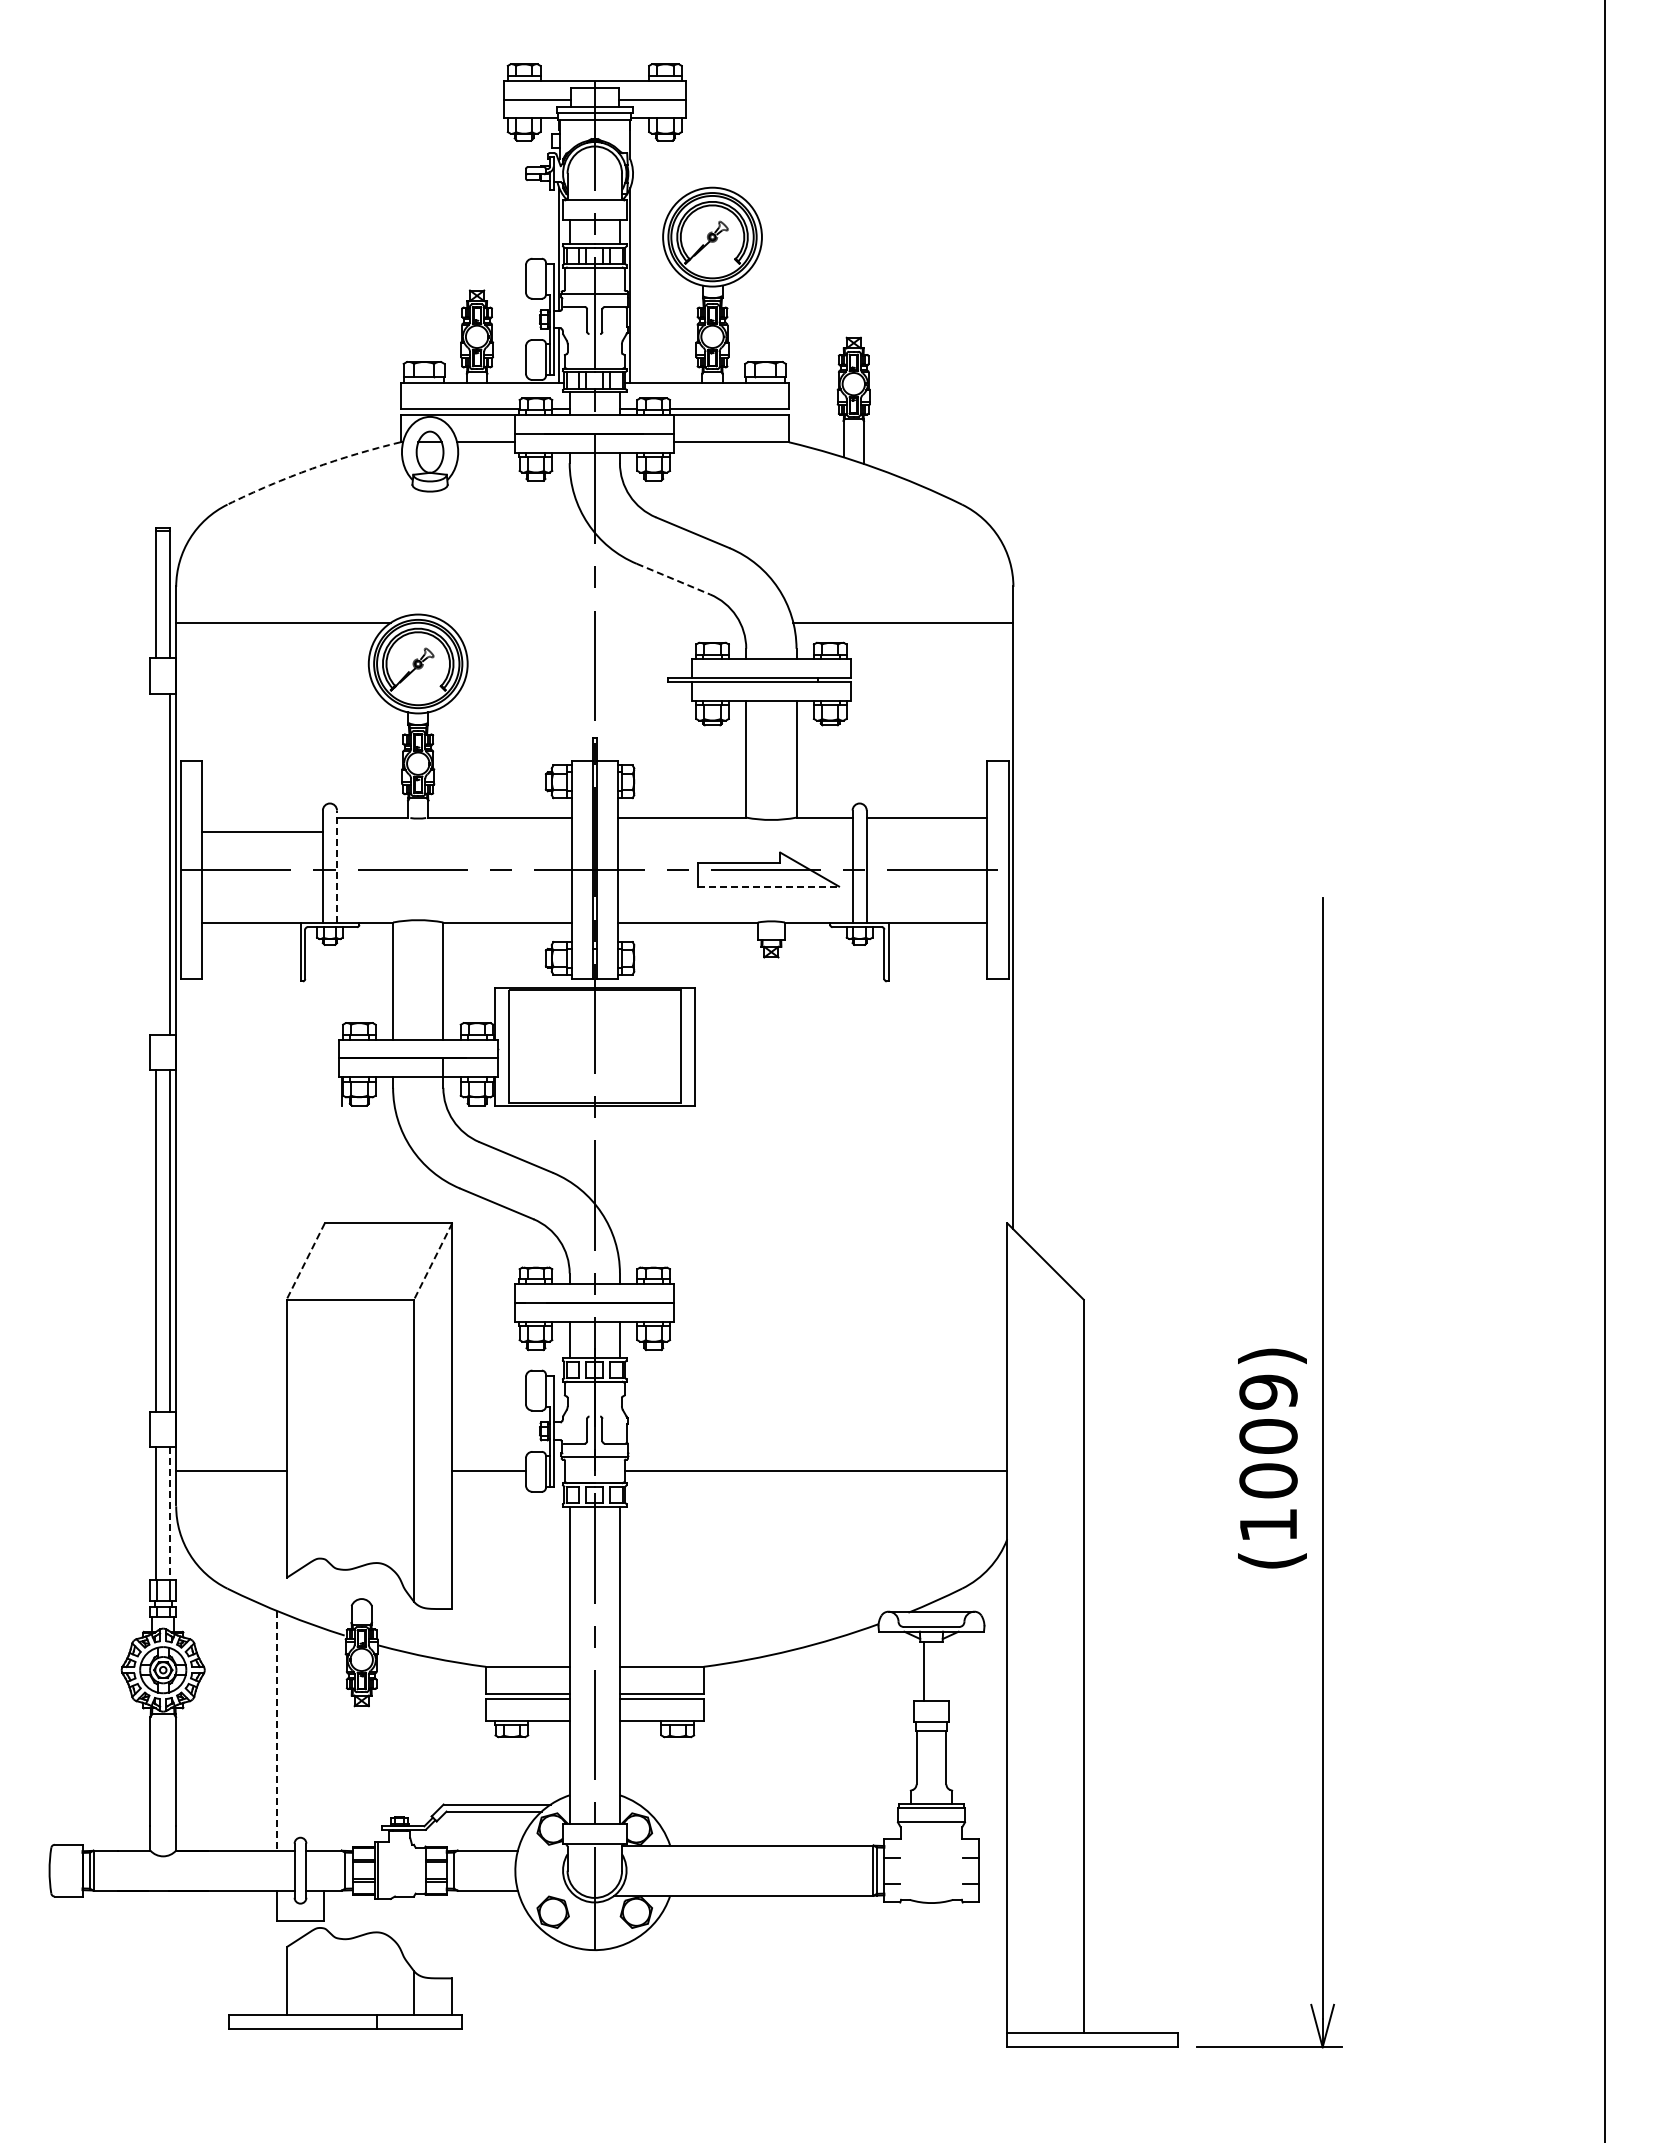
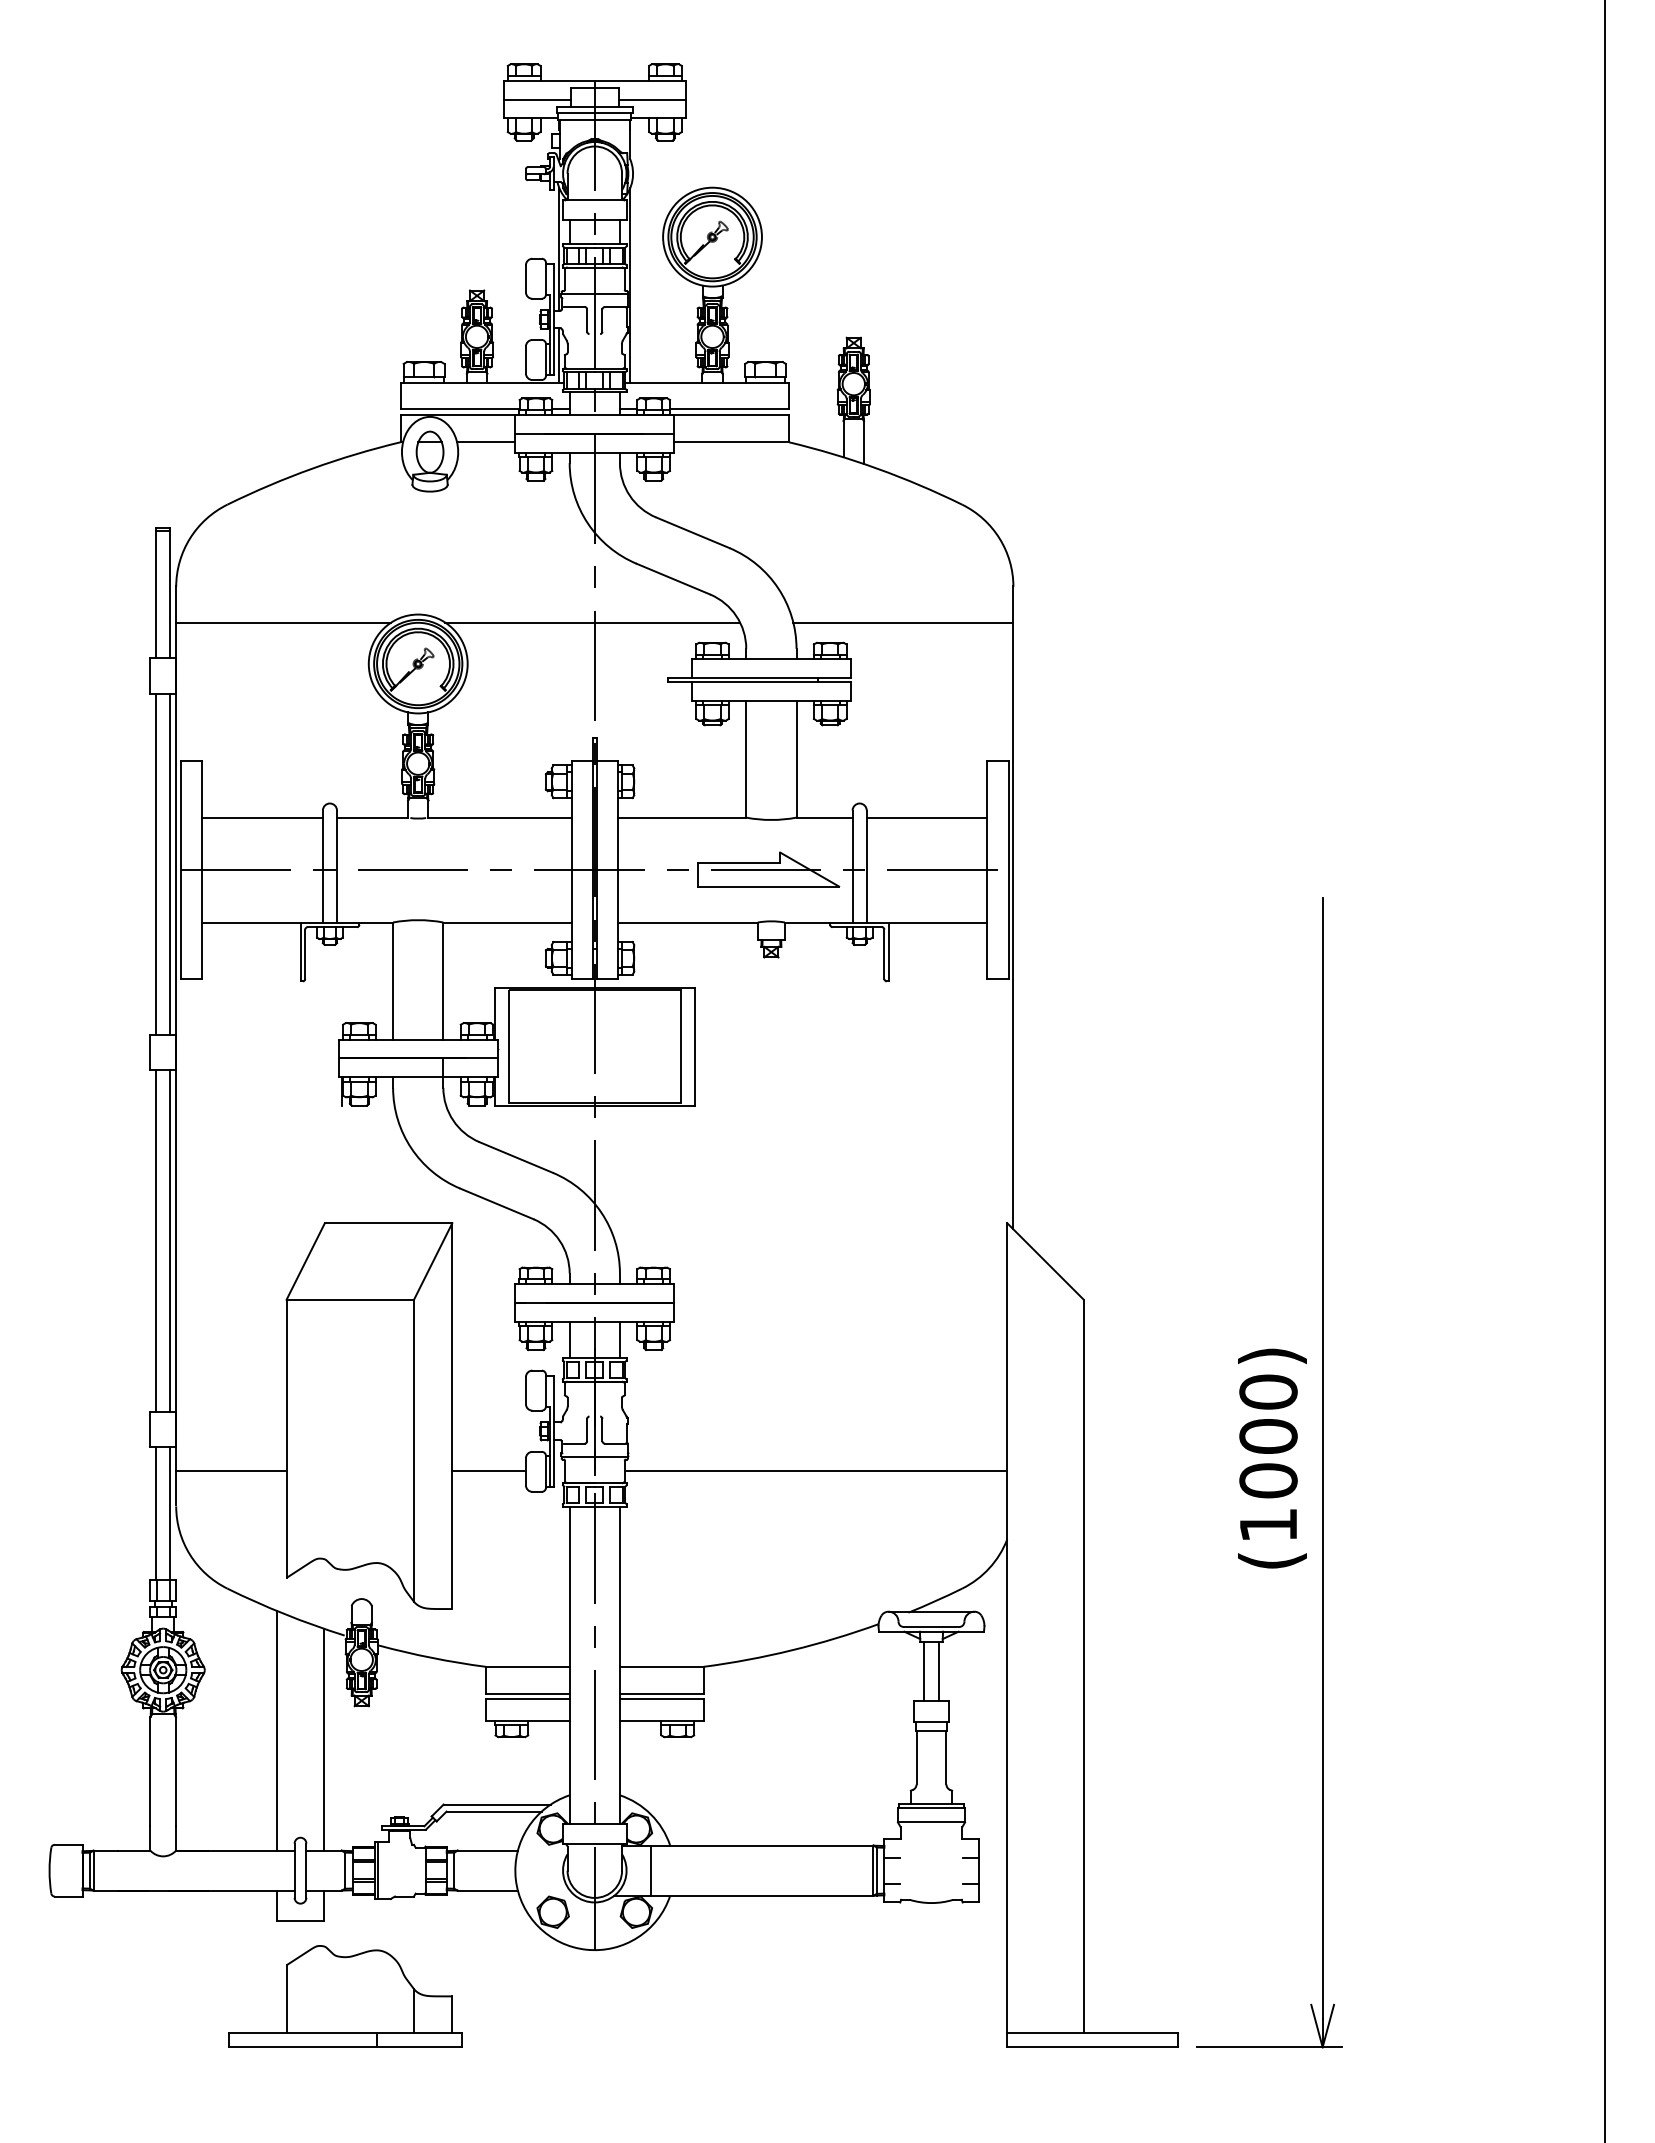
arc at (312, 468): dashed -> solid
line at (673, 579): dashed -> solid
line at (592, 622): none -> present
line at (262, 831) position: (262, 831) -> (262, 817)
line at (156, 863): none -> present
line at (337, 866): dashed -> solid
line at (768, 886): dashed -> solid
line at (305, 1261): dashed -> solid
line at (433, 1261): dashed -> solid
text at (1268, 1391): (1009) -> (1000)
line at (170, 1514): dashed -> solid
line at (939, 1671): none -> present
line at (276, 1730): dashed -> solid
line at (324, 1739): none -> present
line at (650, 1870): none -> present
part at (345, 1978) position: (345, 1978) -> (345, 1996)
